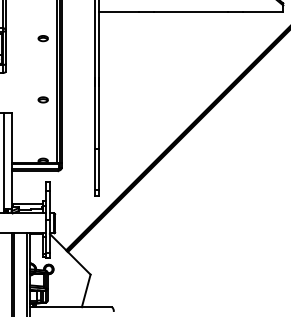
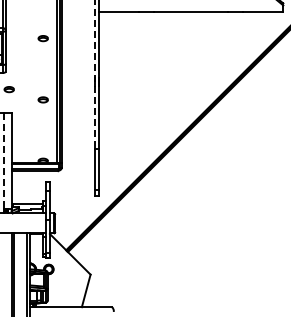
line at (94, 75): solid -> dashed
part at (8, 89): none -> present
line at (4, 161): solid -> dashed
